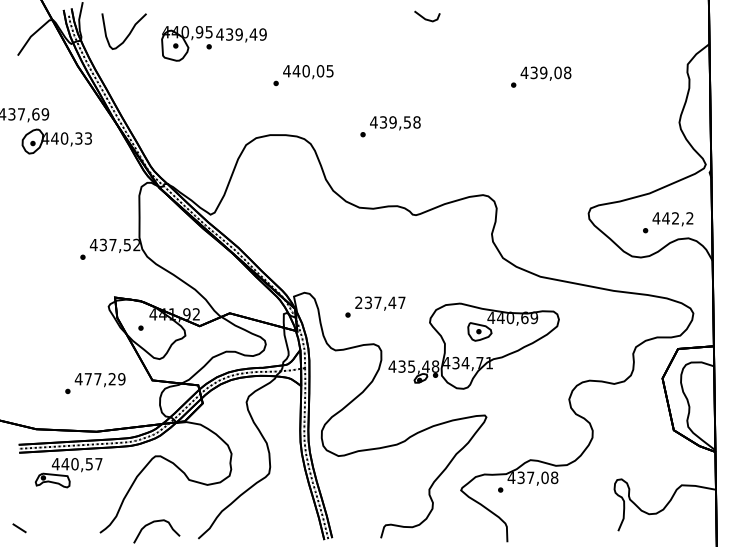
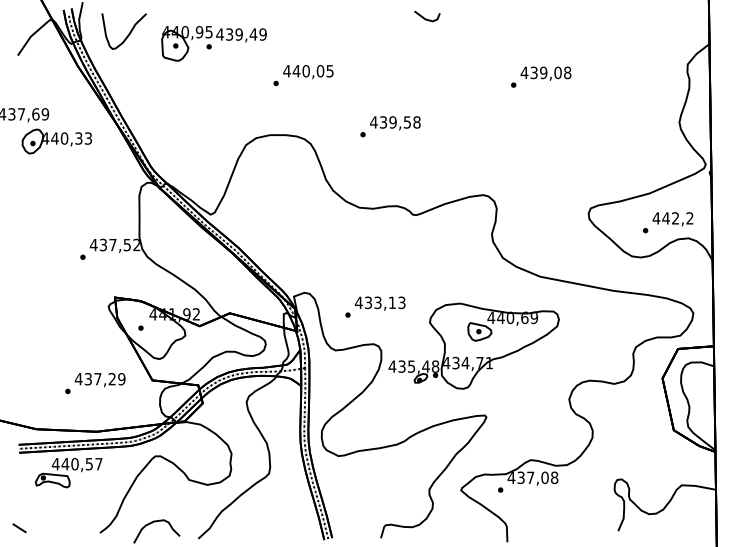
text at (379, 302): 237,47 -> 433,13
text at (87, 379): 477,29 -> 437,29
